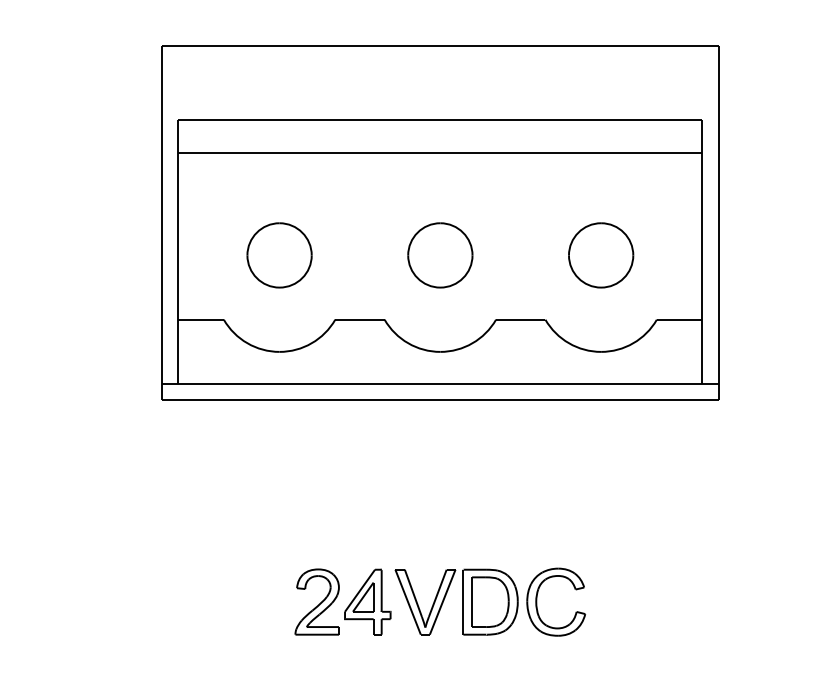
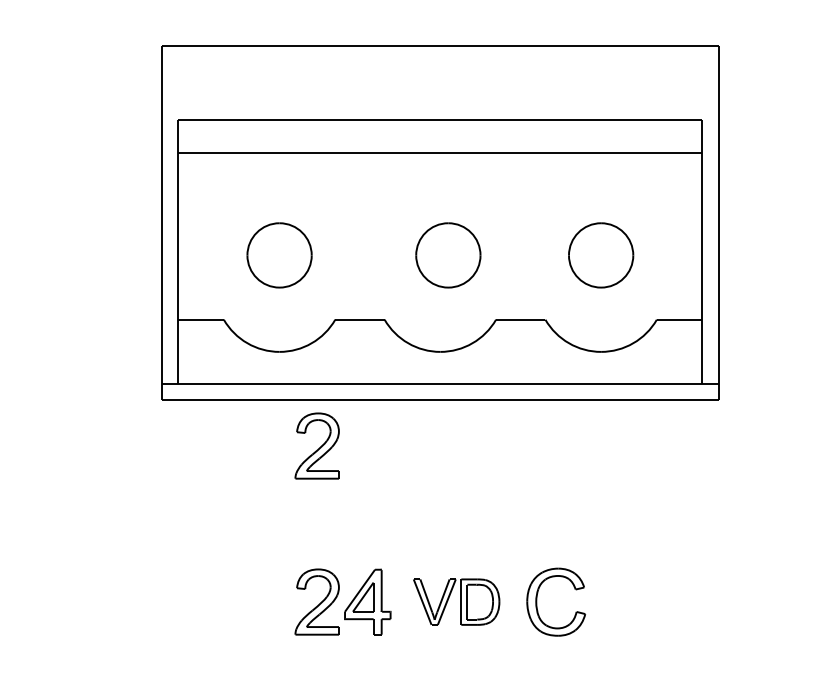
part at (440, 255) position: (440, 255) -> (448, 255)
part at (316, 445): none -> present
part at (456, 601) size: 125x68 px -> 88x48 px
